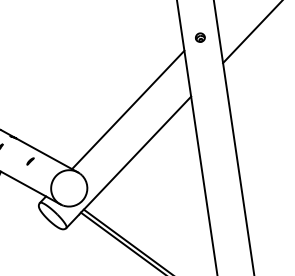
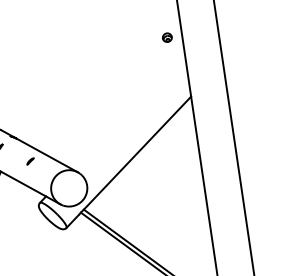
line at (251, 32): present -> none
part at (200, 37) position: (200, 37) -> (167, 37)
line at (128, 109): present -> none
